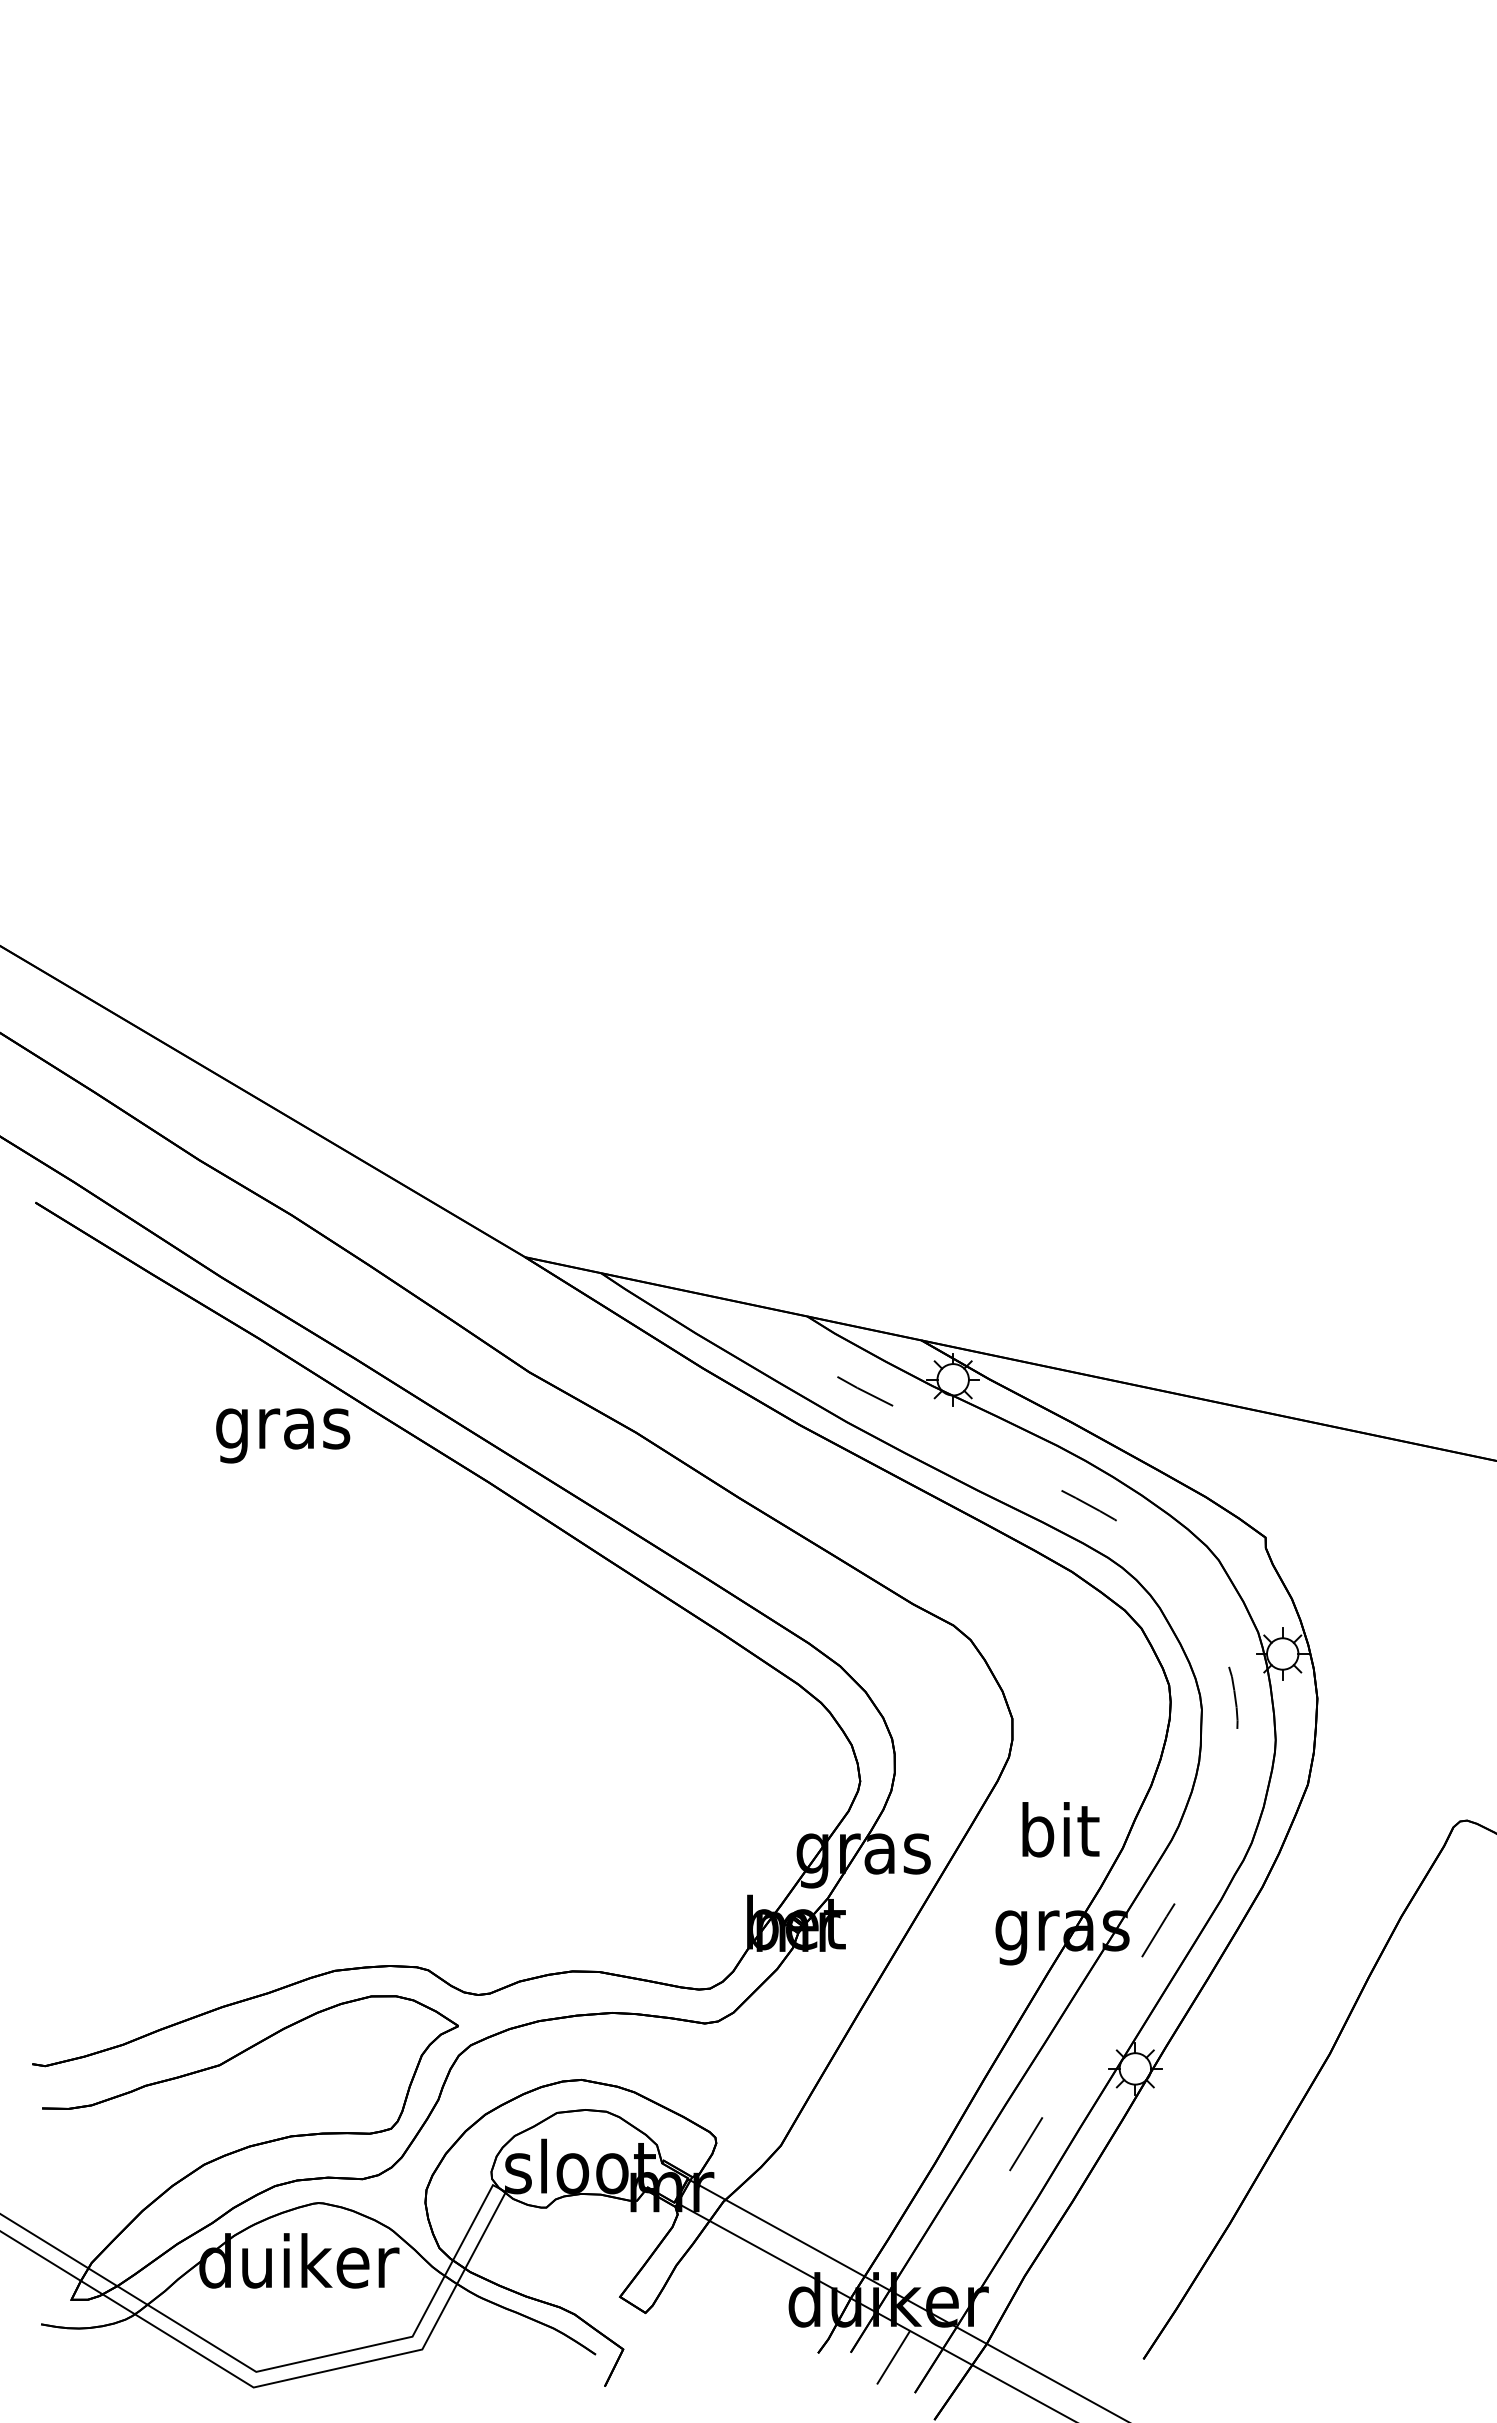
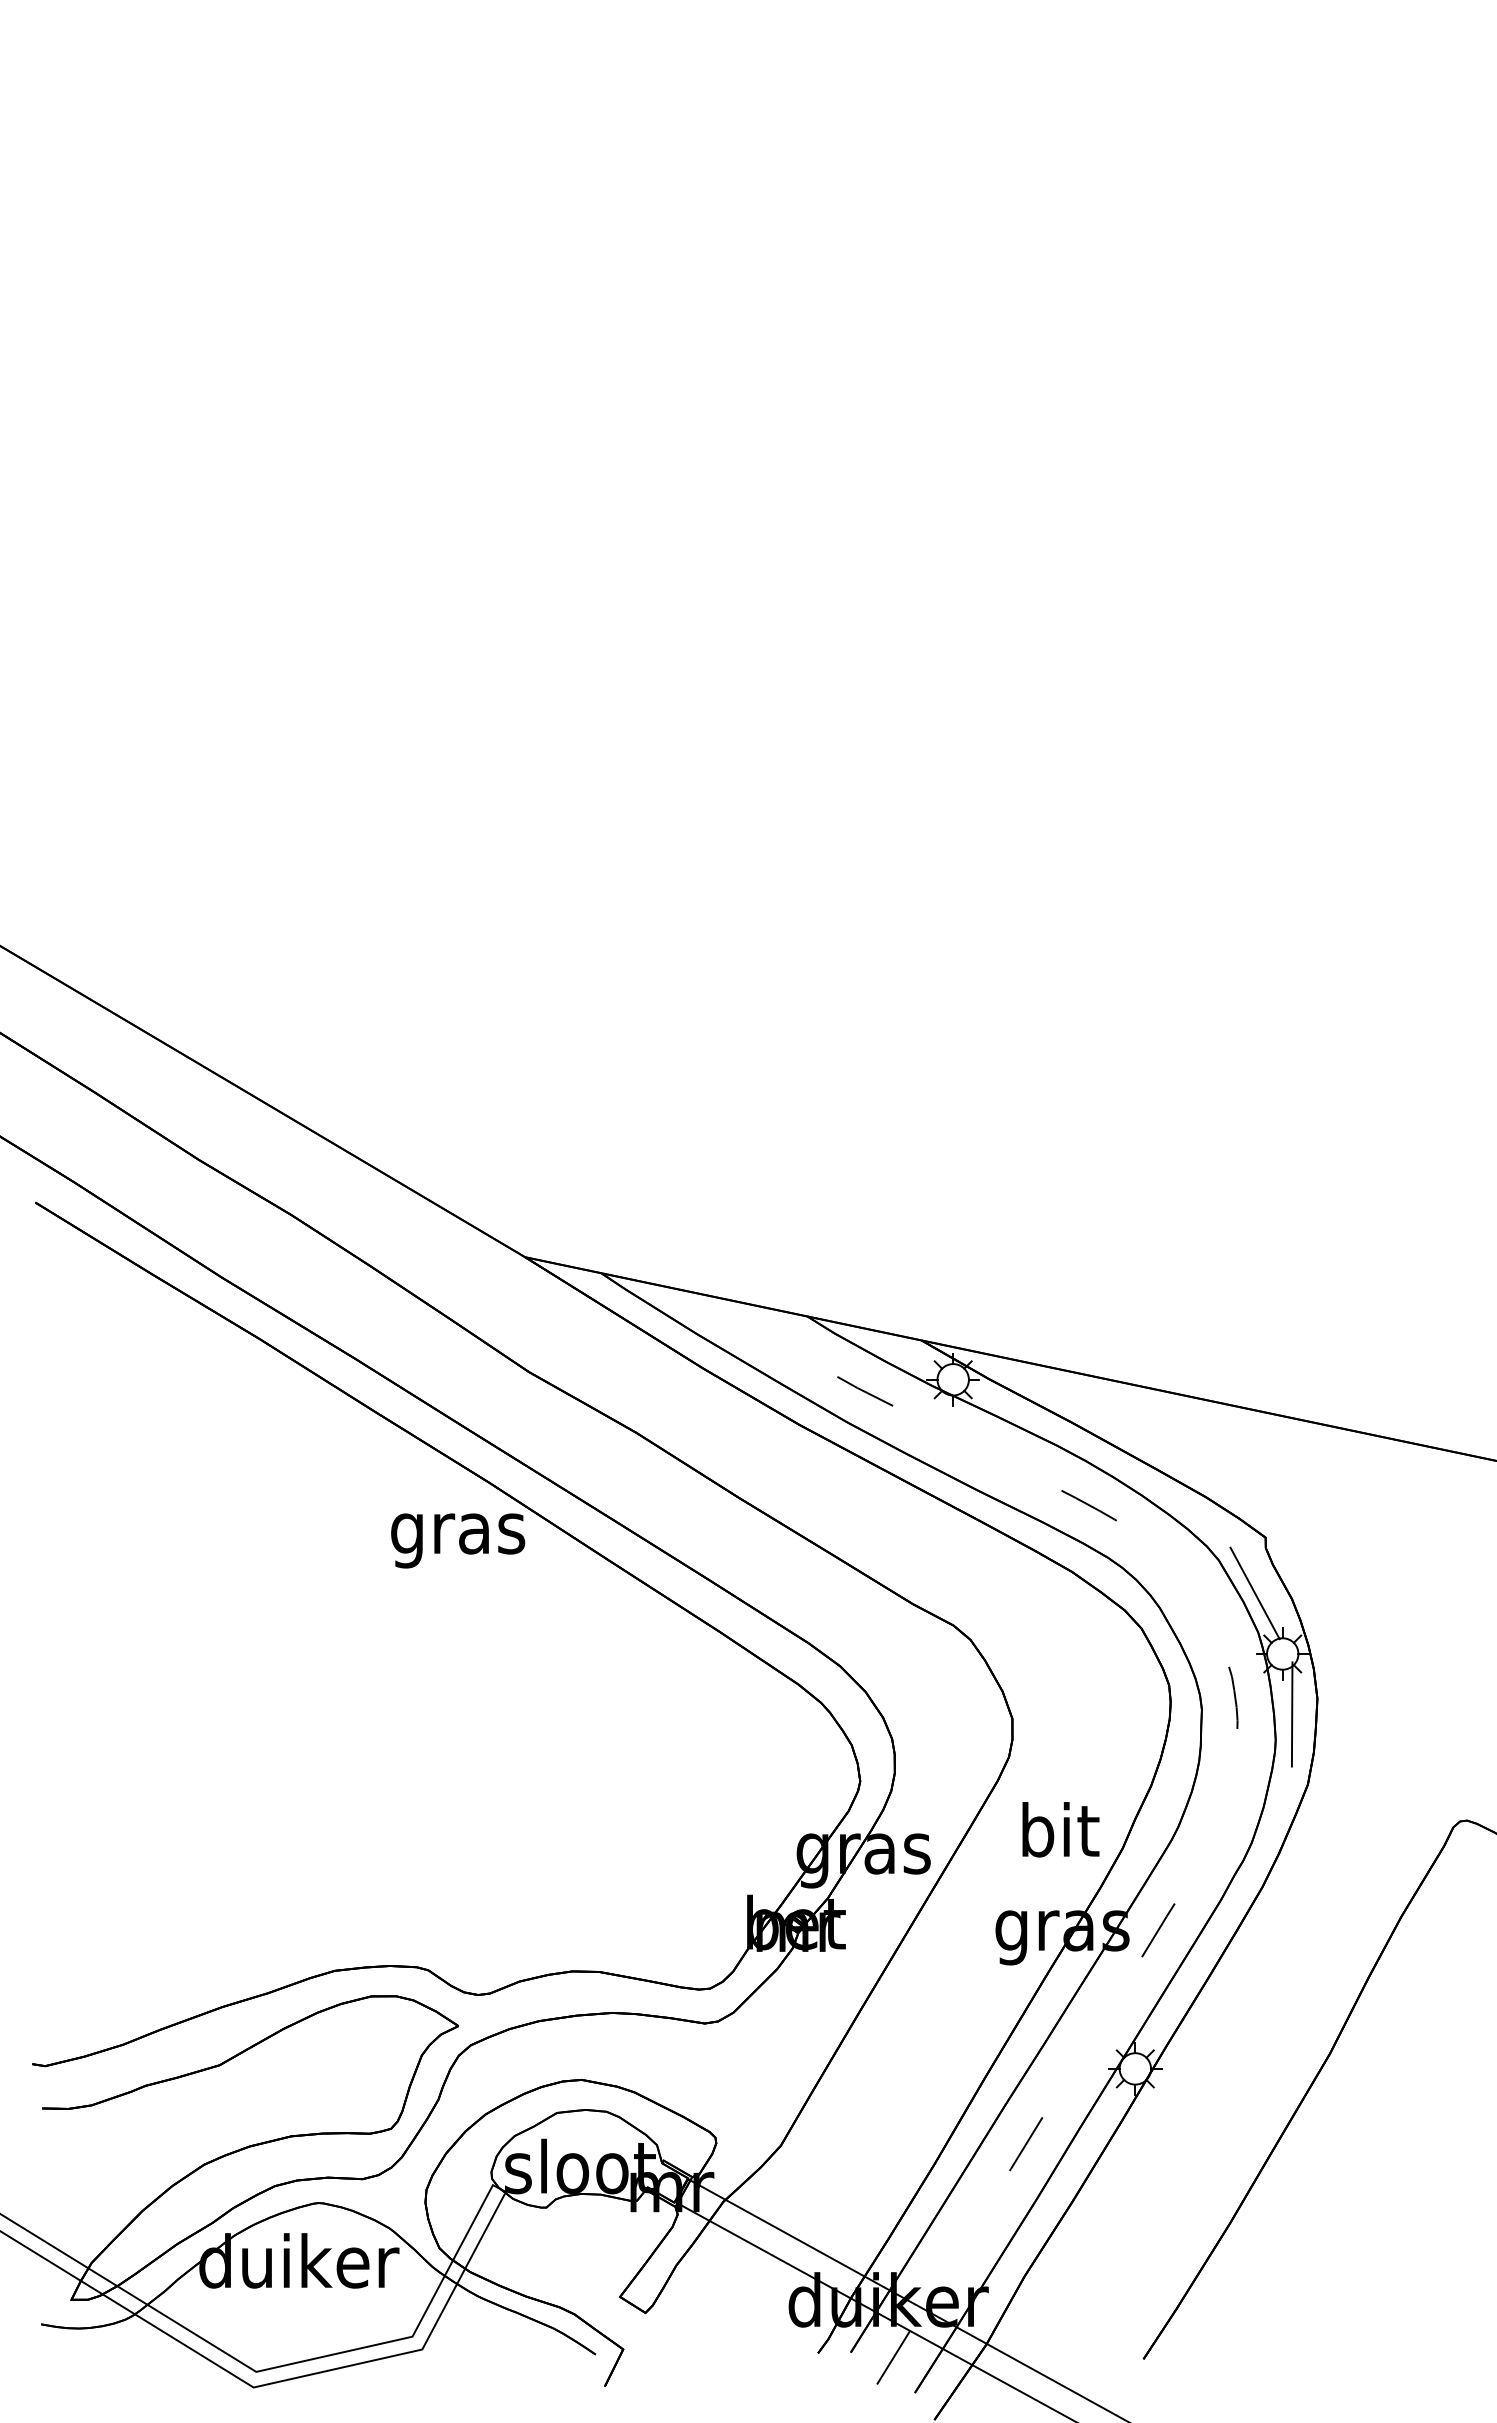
text at (283, 1435) position: (283, 1435) -> (458, 1540)
line at (1254, 1593): none -> present
line at (1291, 1714): none -> present
